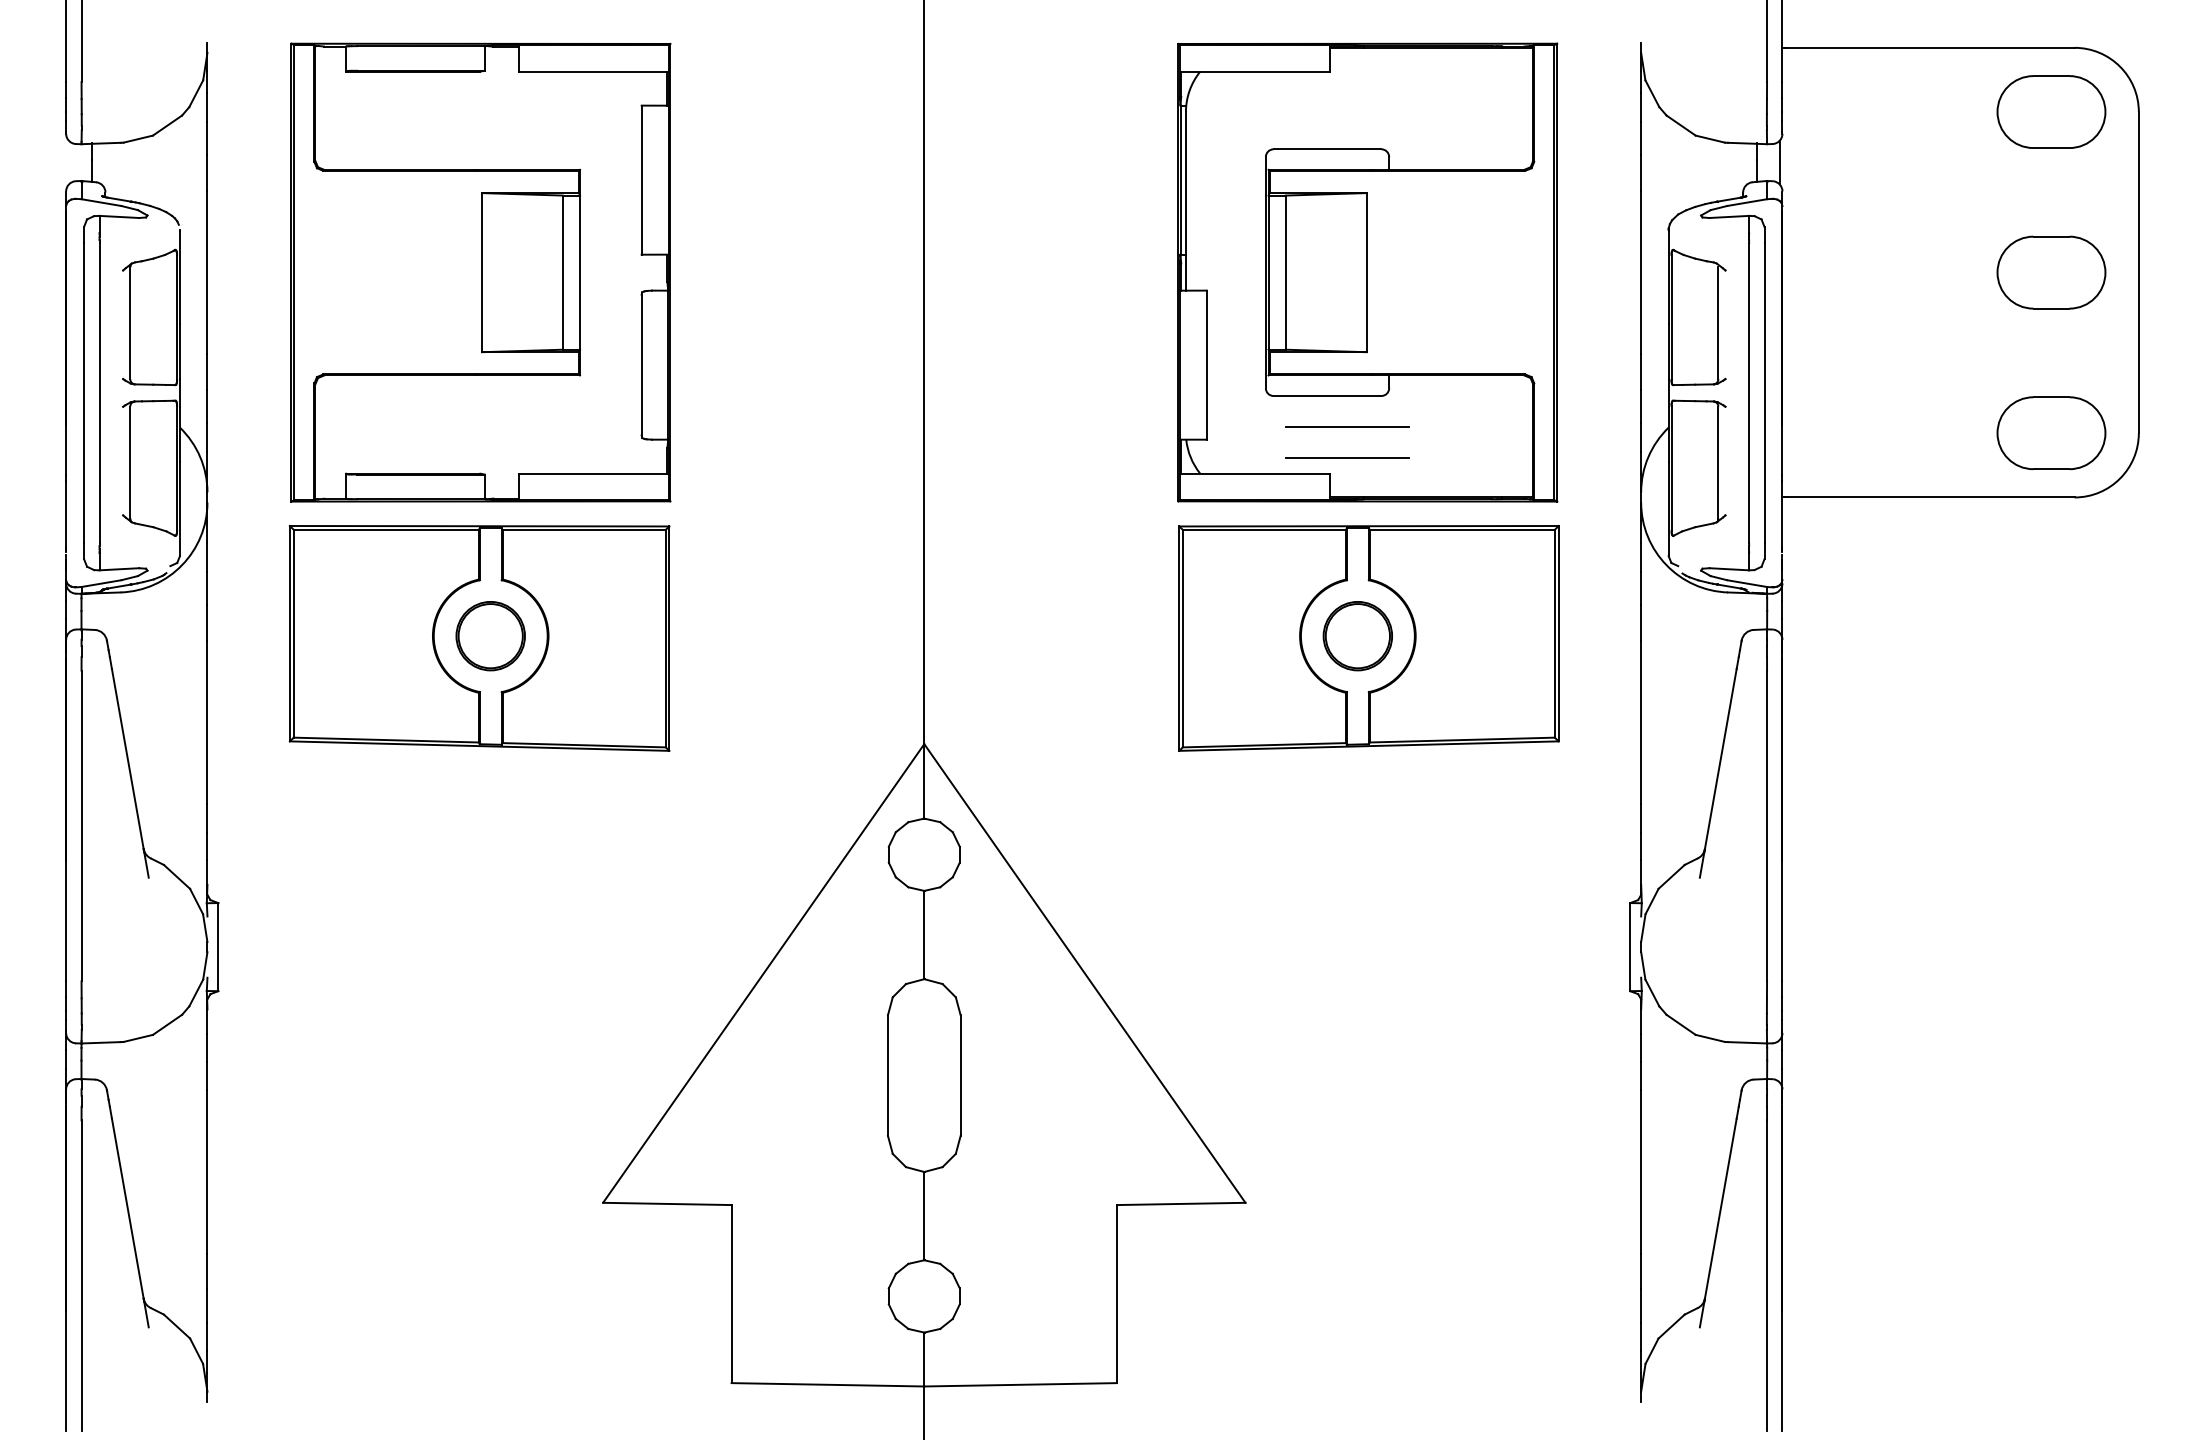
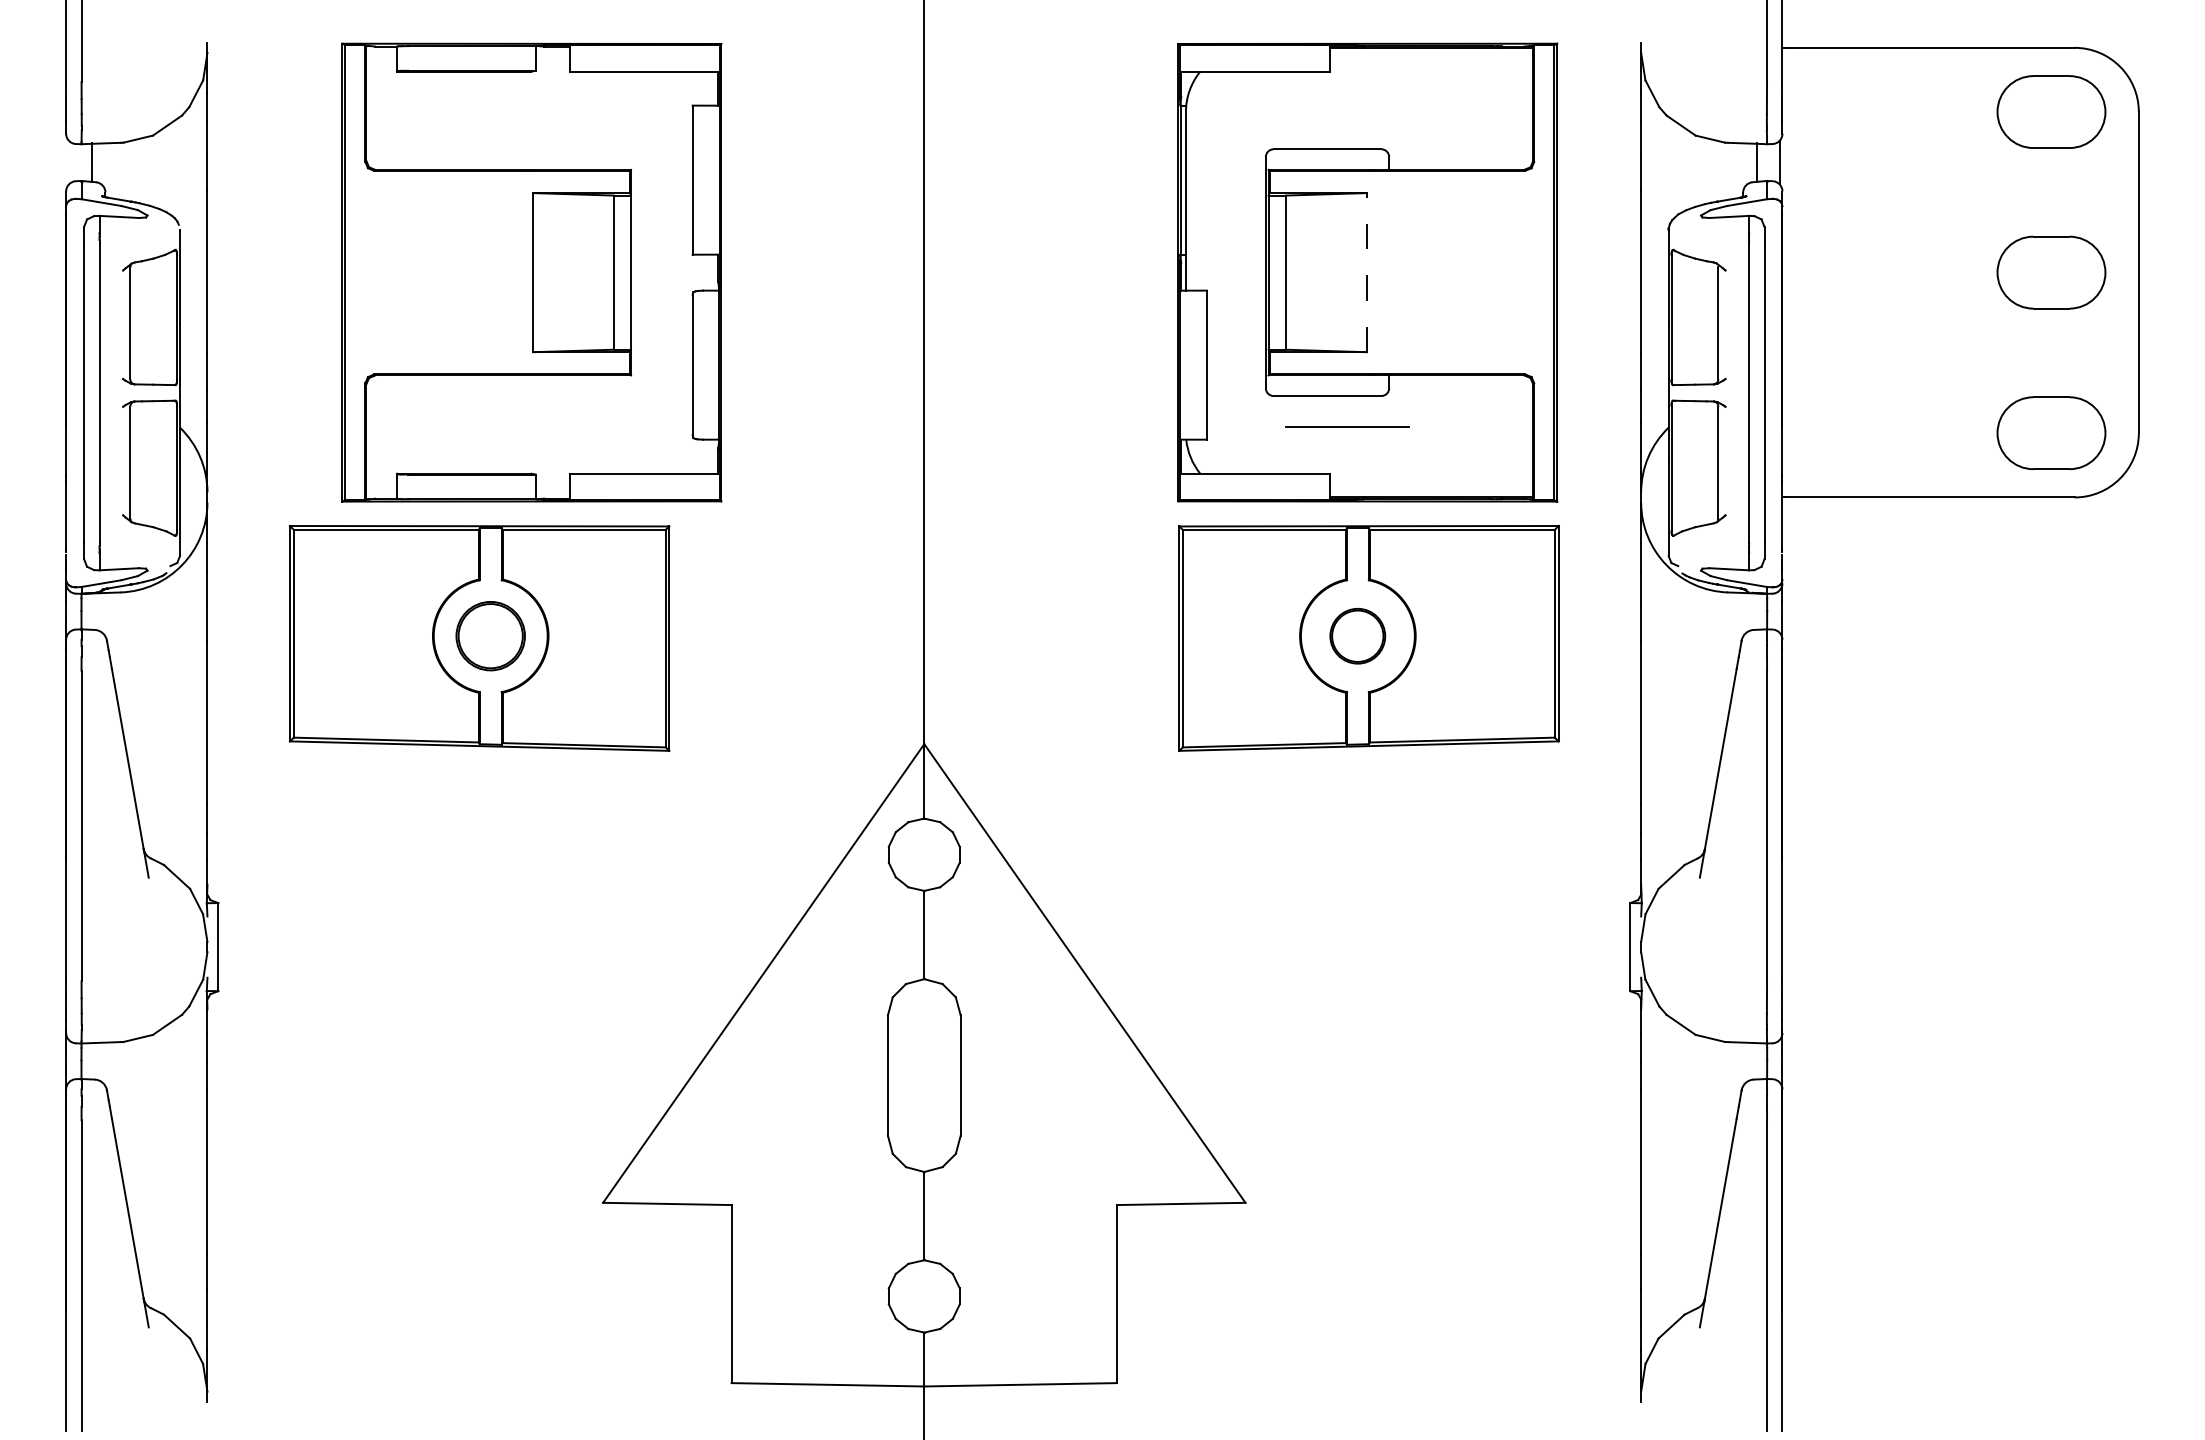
part at (480, 272) position: (480, 272) -> (531, 272)
line at (1366, 272): solid -> dashed
line at (1347, 457): present -> none
part at (1357, 636) size: 71x71 px -> 58x57 px
